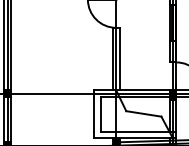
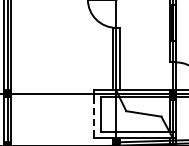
line at (94, 114): solid -> dashed
